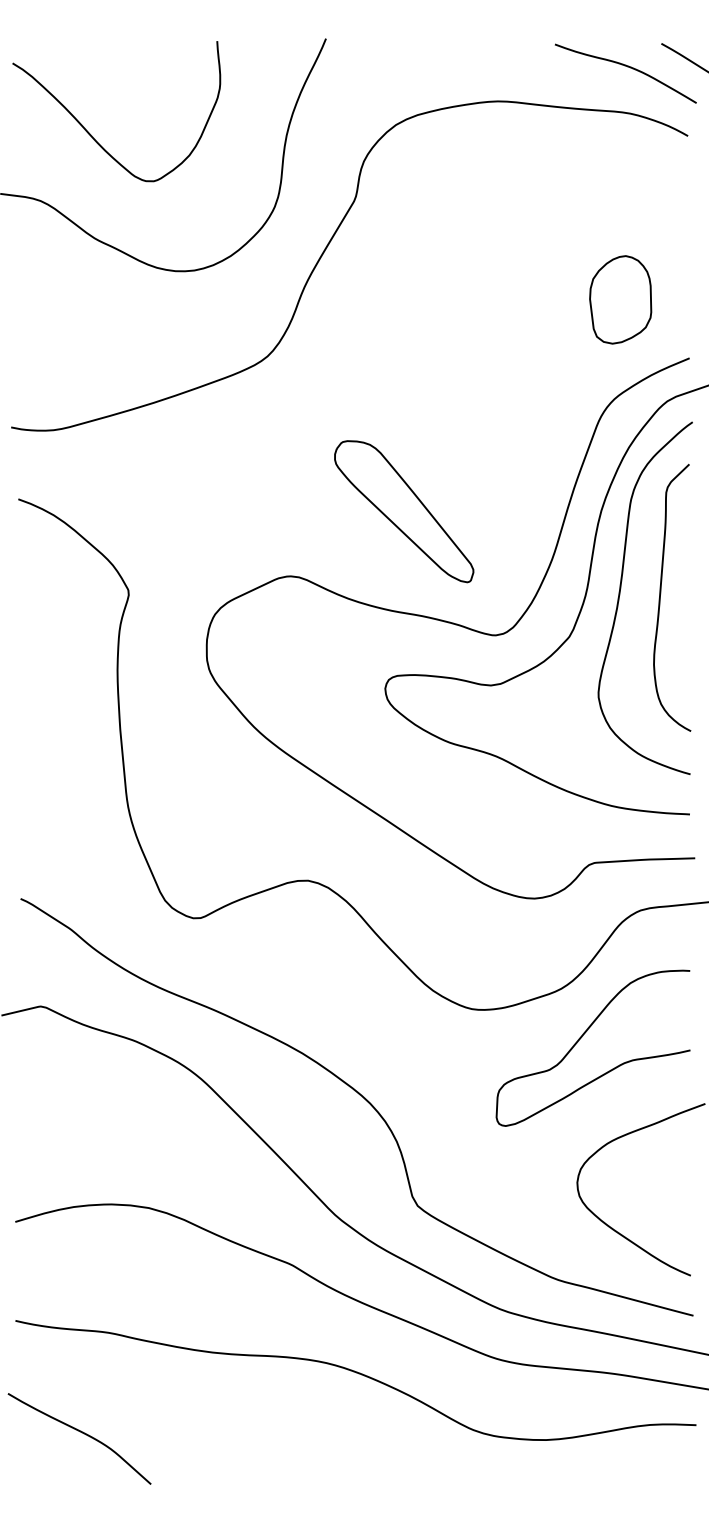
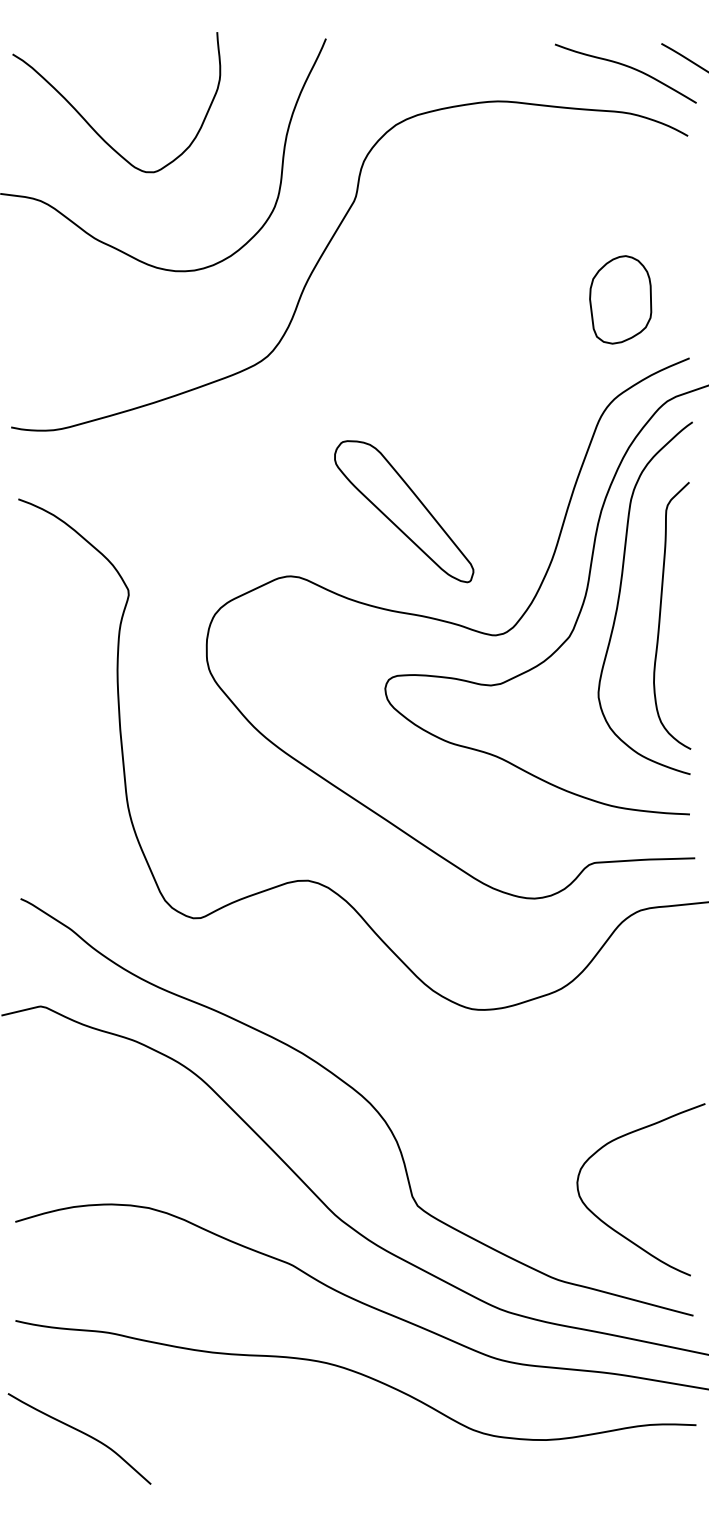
curve at (92, 135) position: (92, 135) -> (92, 126)
curve at (661, 593) position: (661, 593) -> (661, 611)
curve at (582, 1037): present -> none
